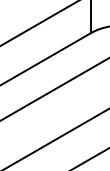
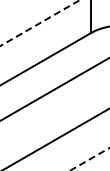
line at (40, 23): solid -> dashed
line at (89, 159): solid -> dashed
